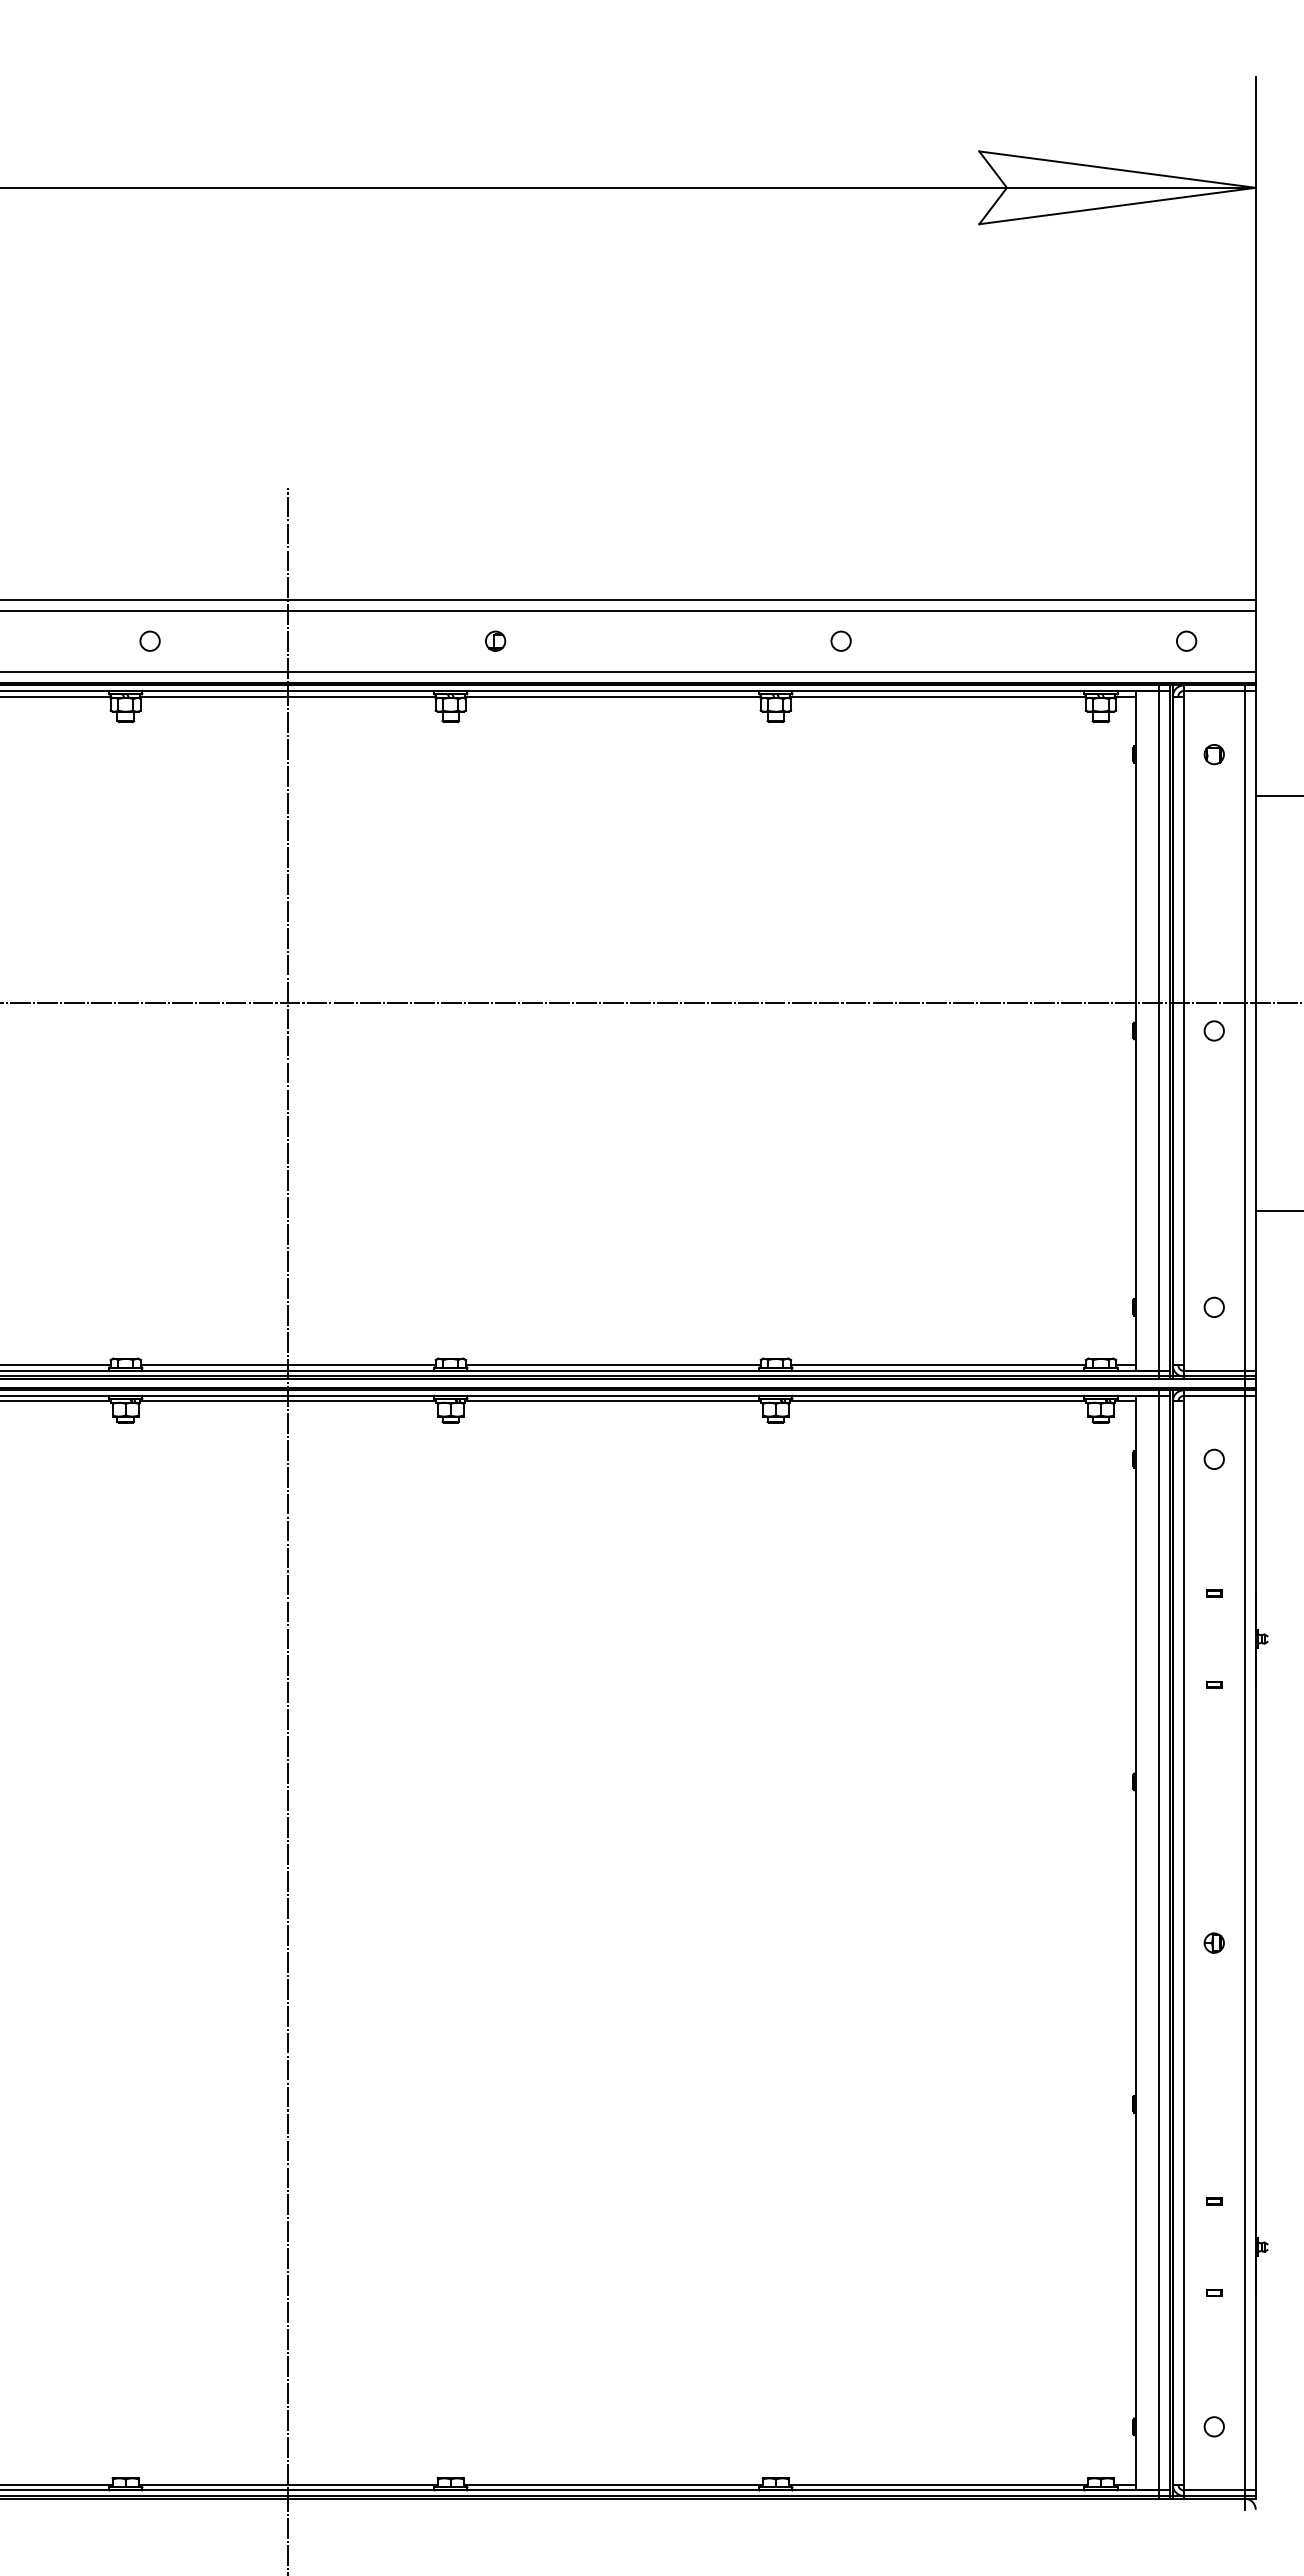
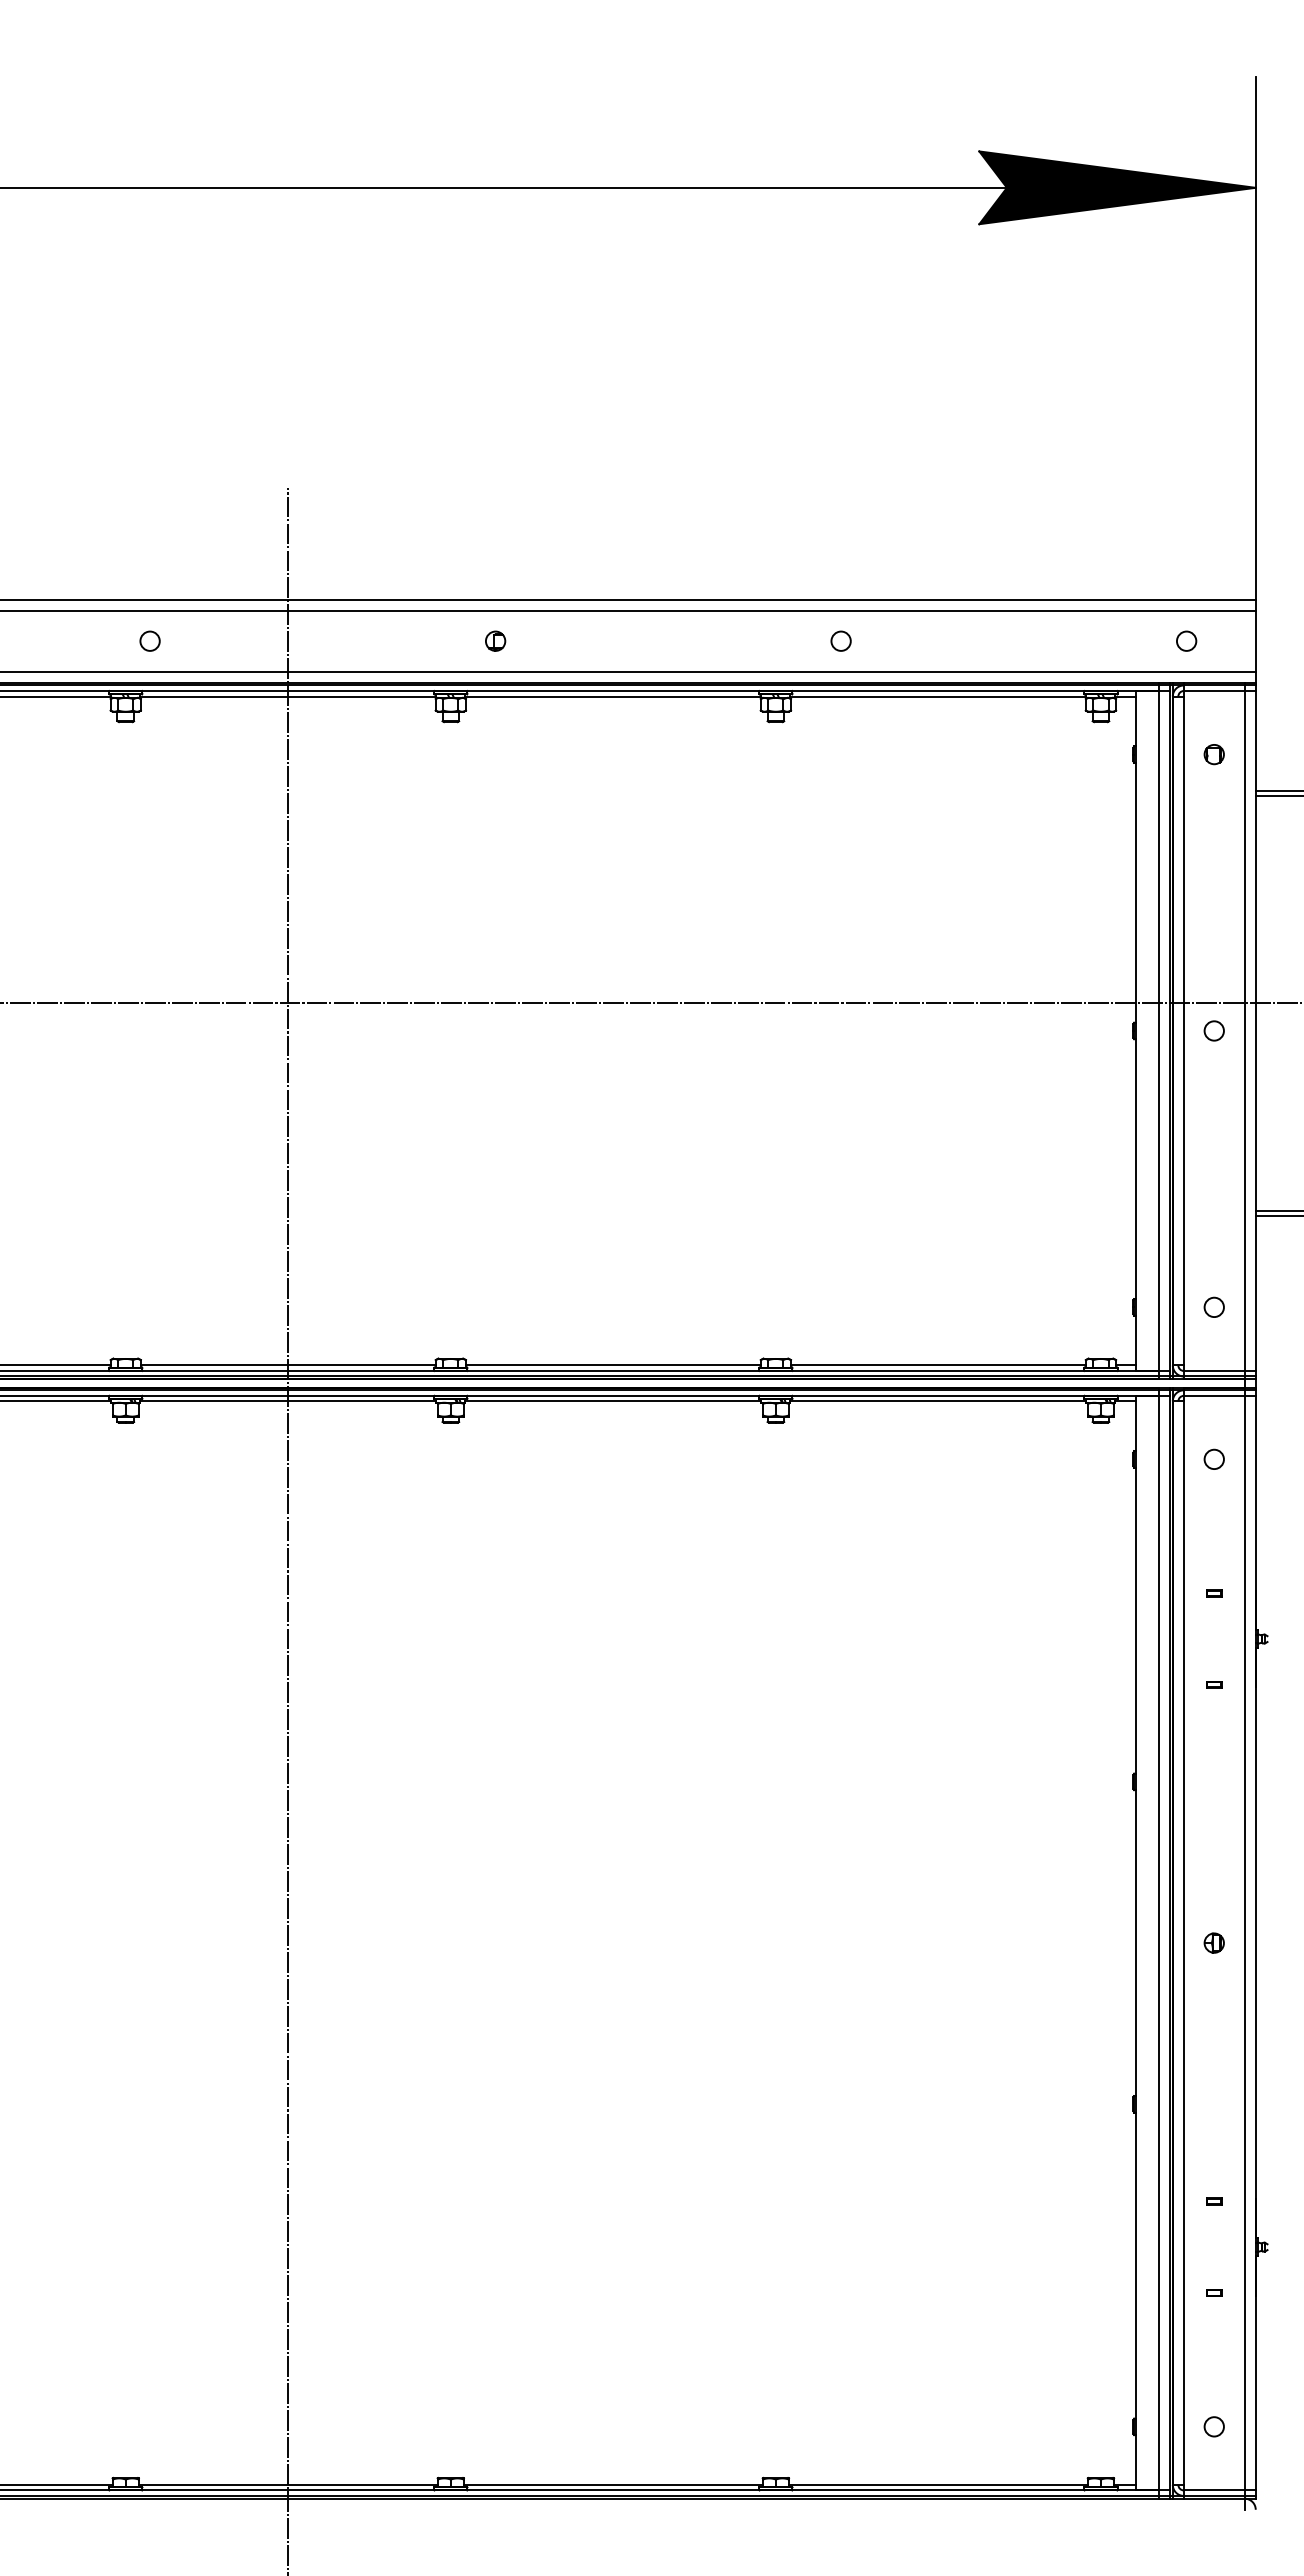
fill at (1117, 187): none -> present
line at (1277, 790): none -> present
line at (1277, 1216): none -> present
